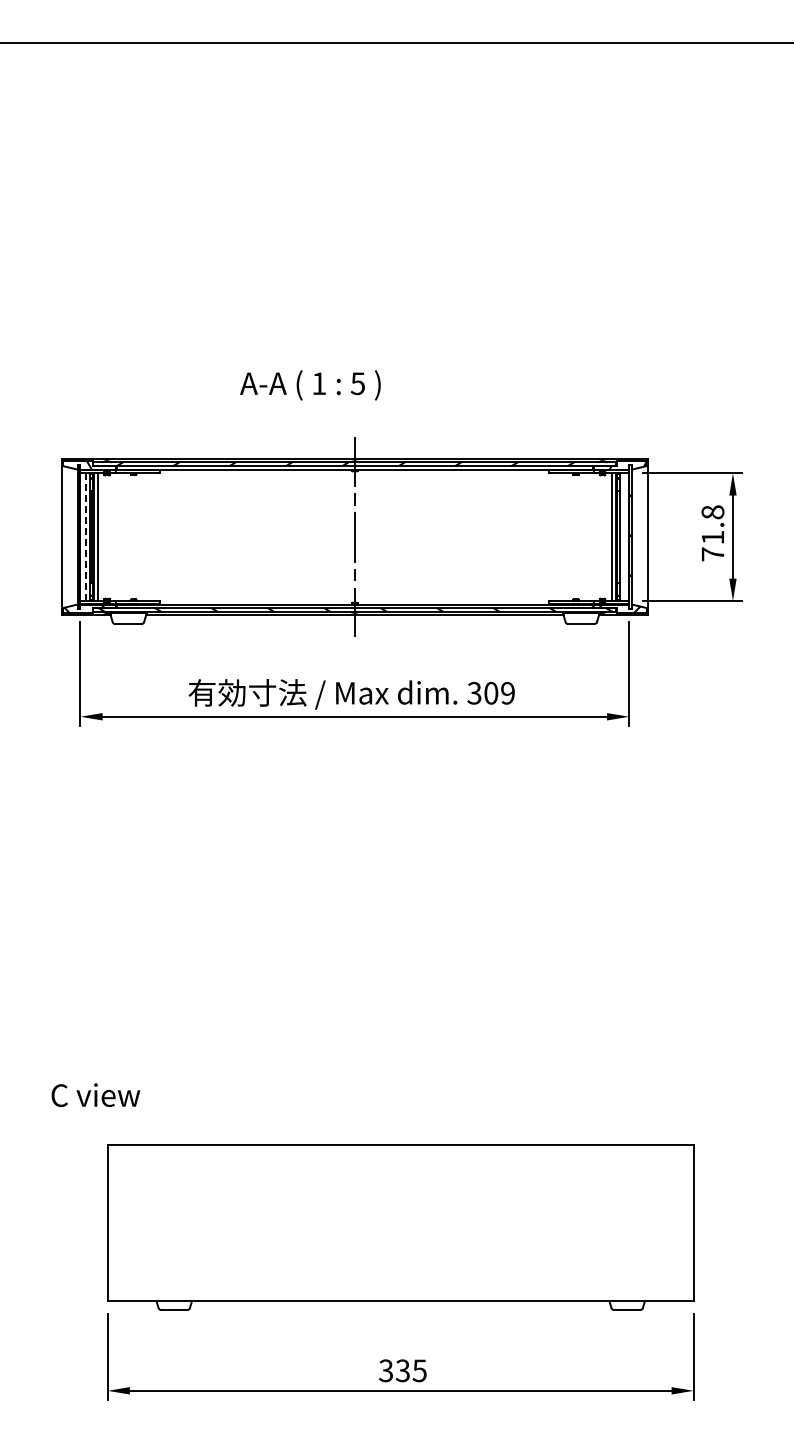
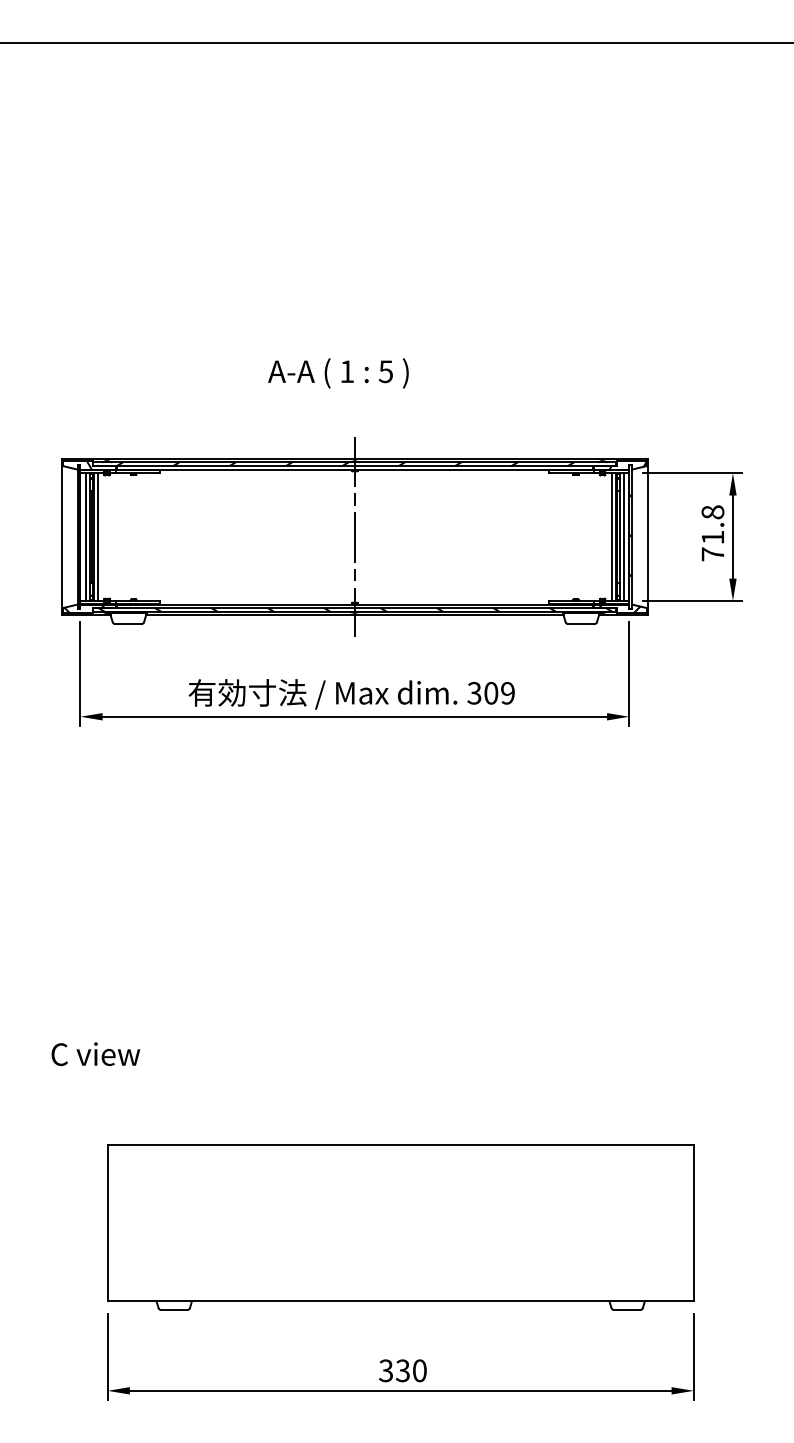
text at (310, 385) position: (310, 385) -> (338, 373)
line at (623, 536): none -> present
line at (85, 537): dashed -> solid
text at (95, 1094) position: (95, 1094) -> (95, 1053)
text at (419, 1370): 335 -> 330
